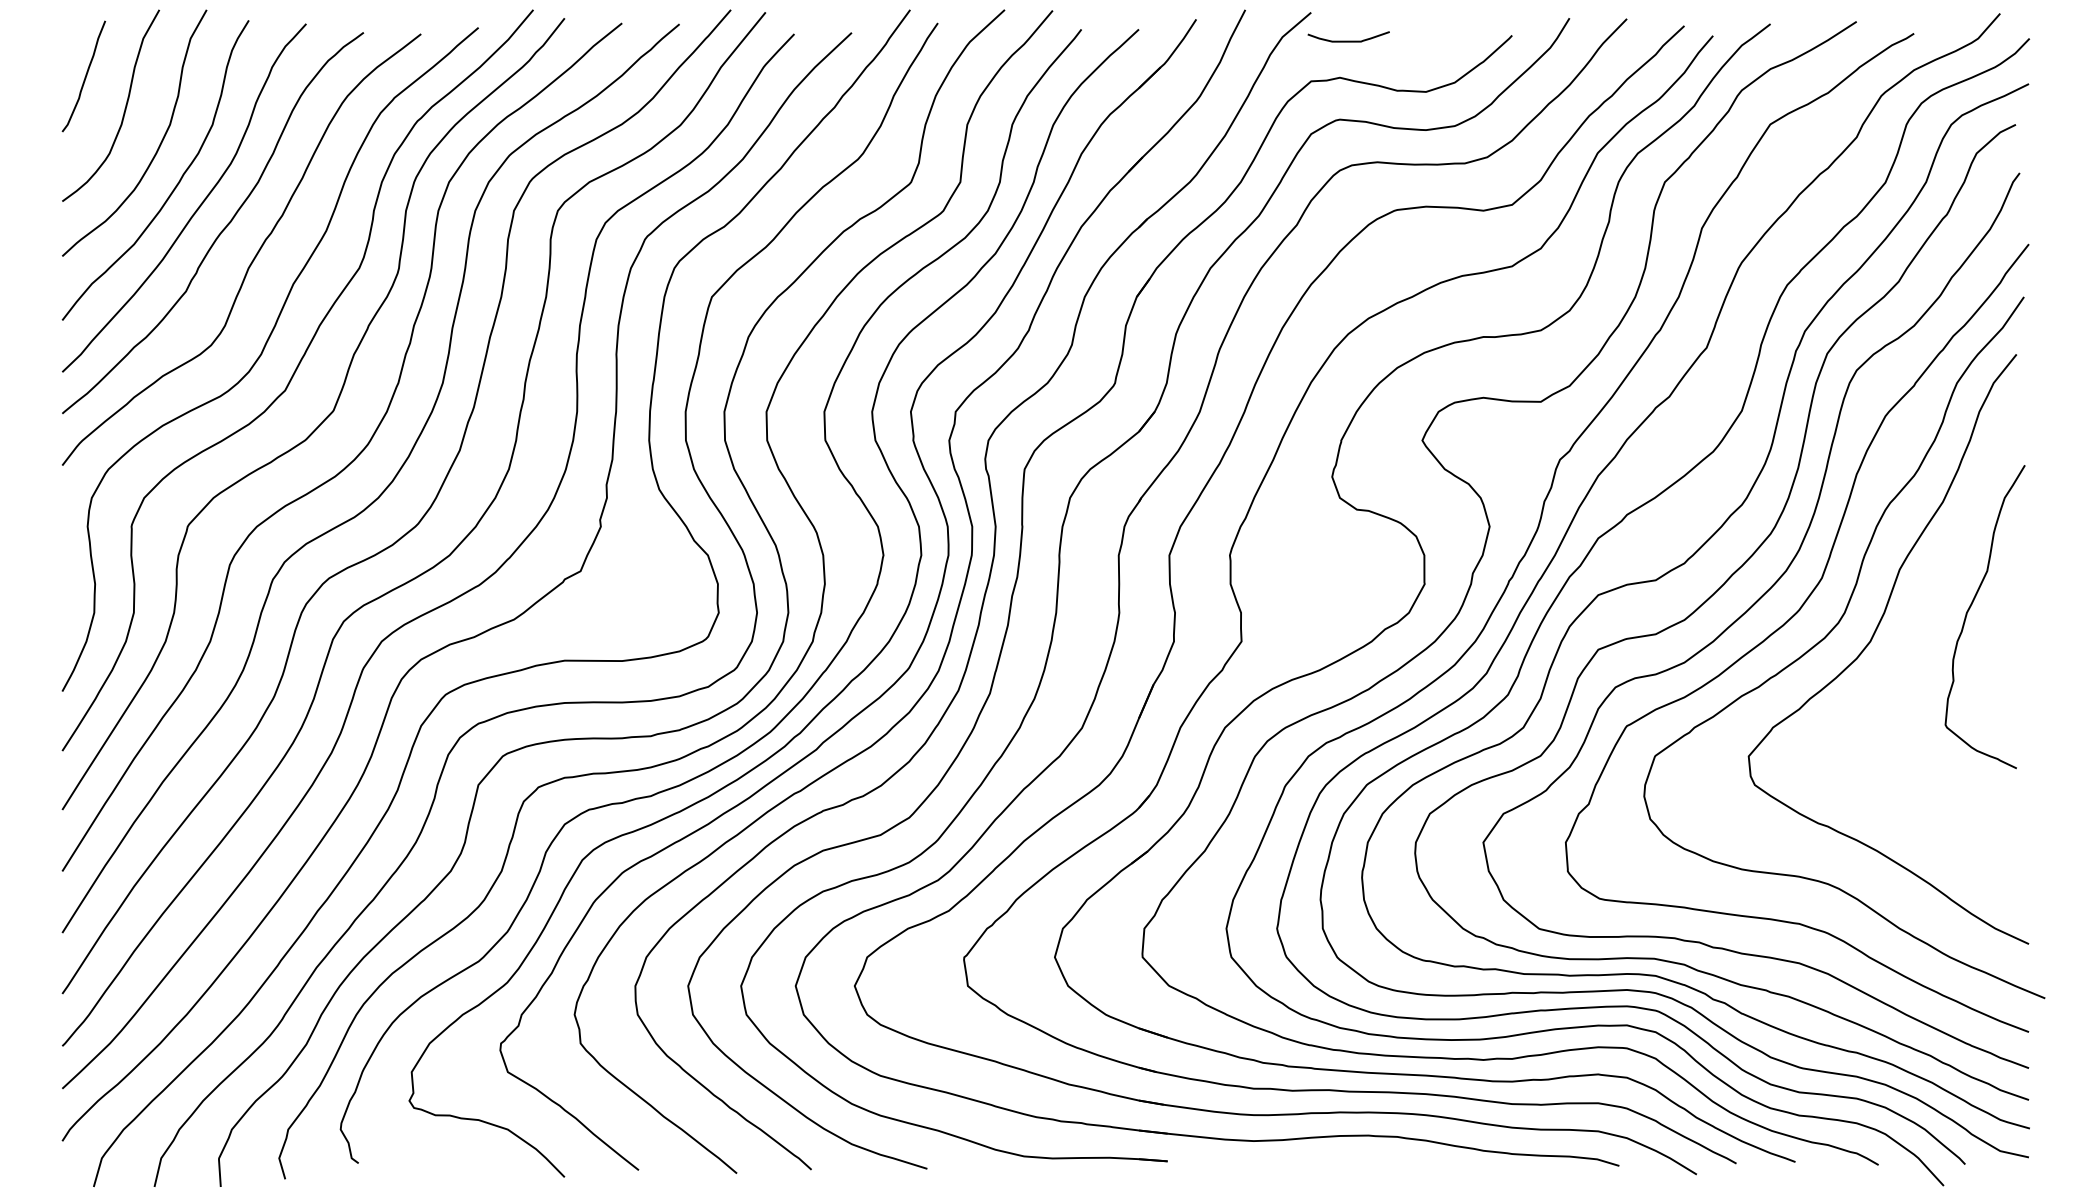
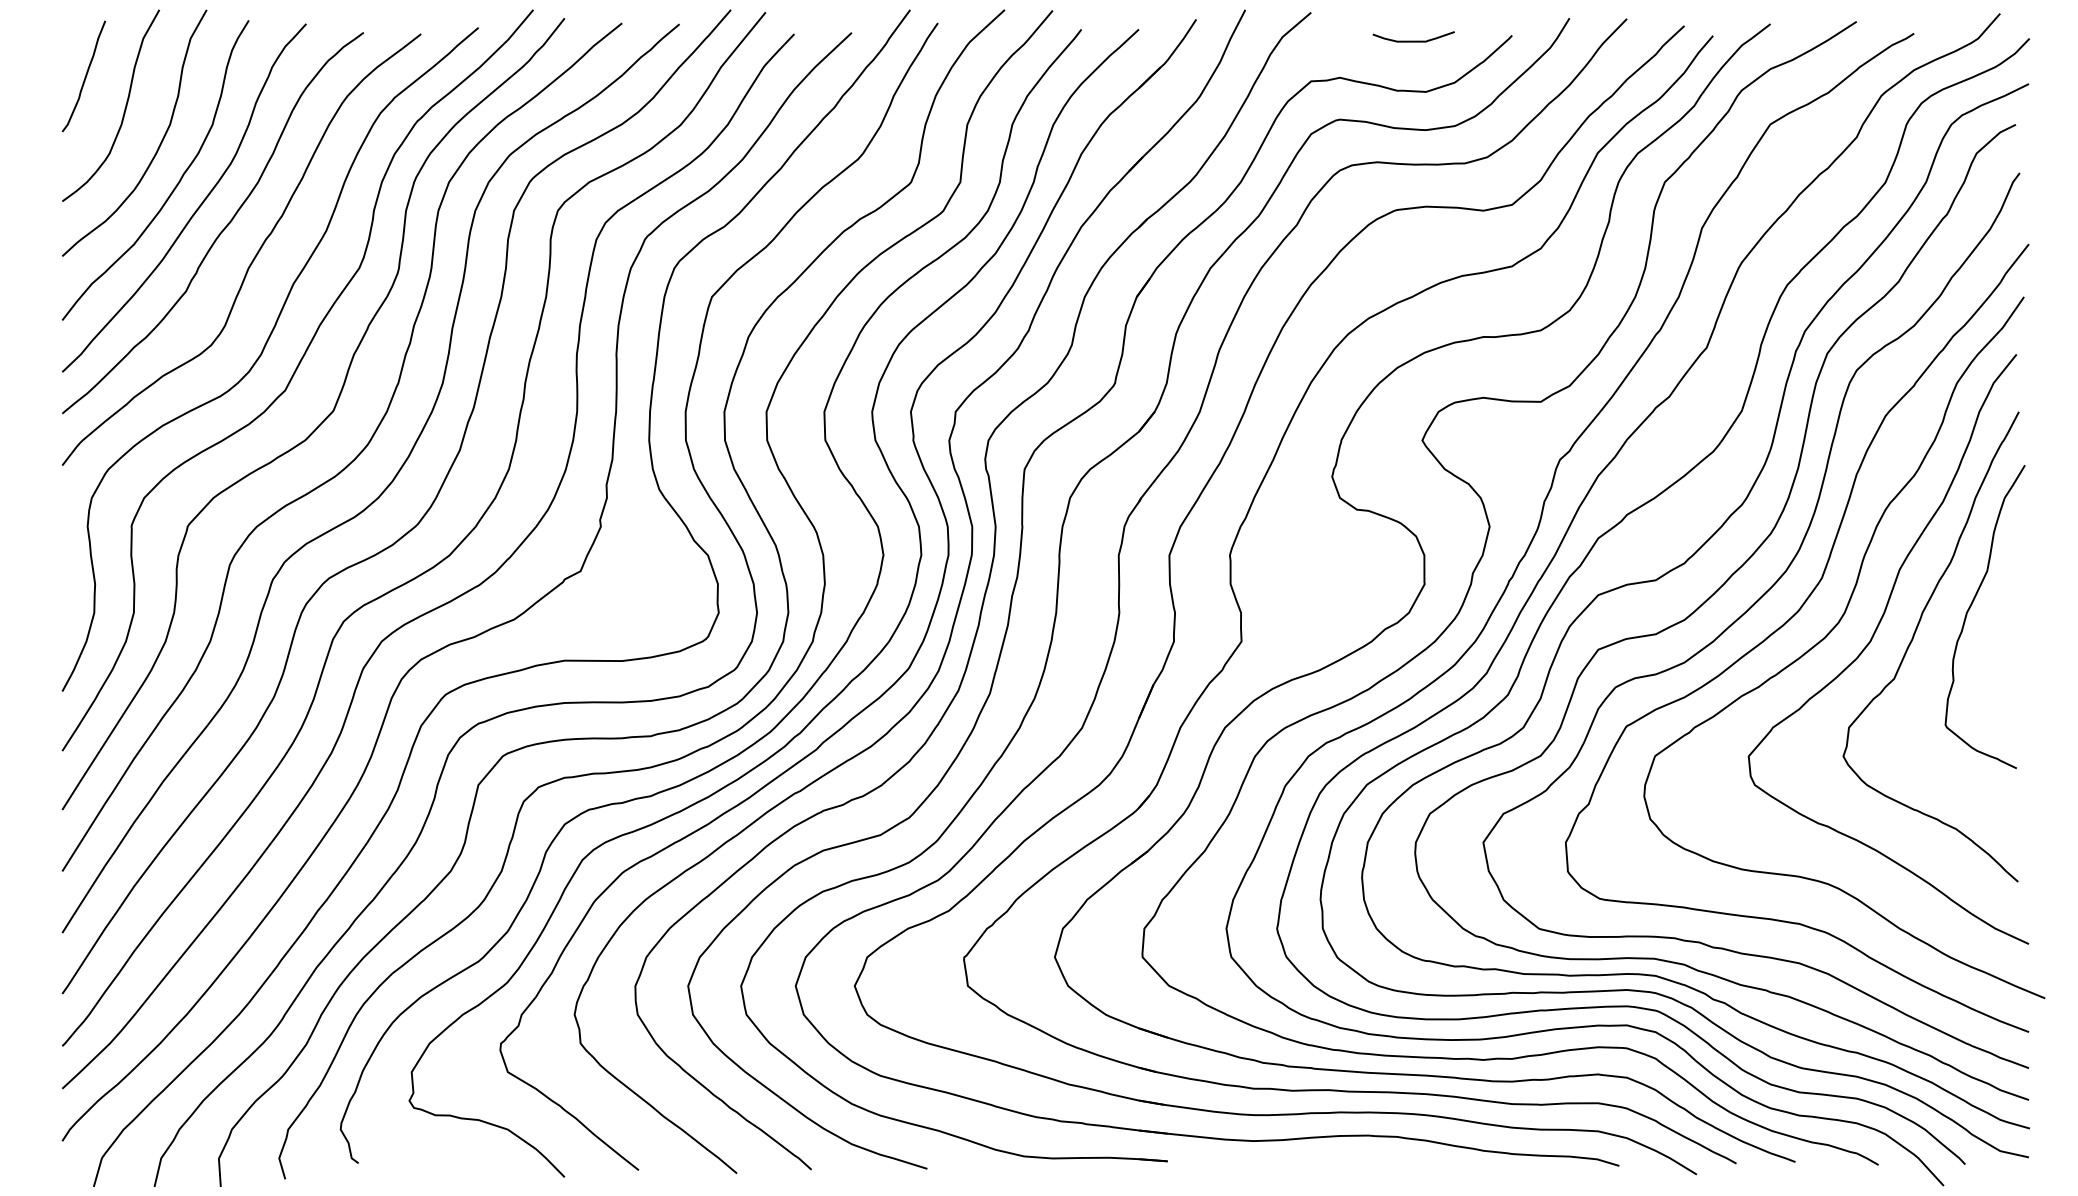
curve at (1348, 40) position: (1348, 40) -> (1413, 40)
curve at (1913, 639): none -> present
